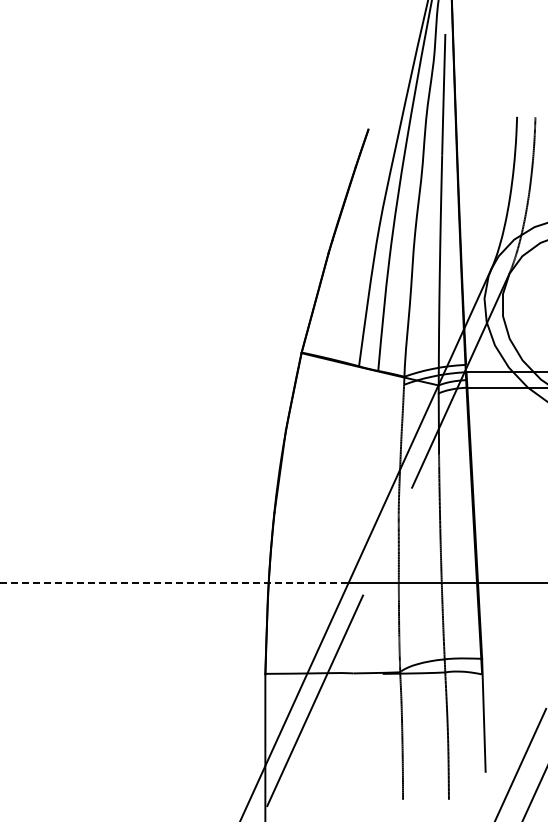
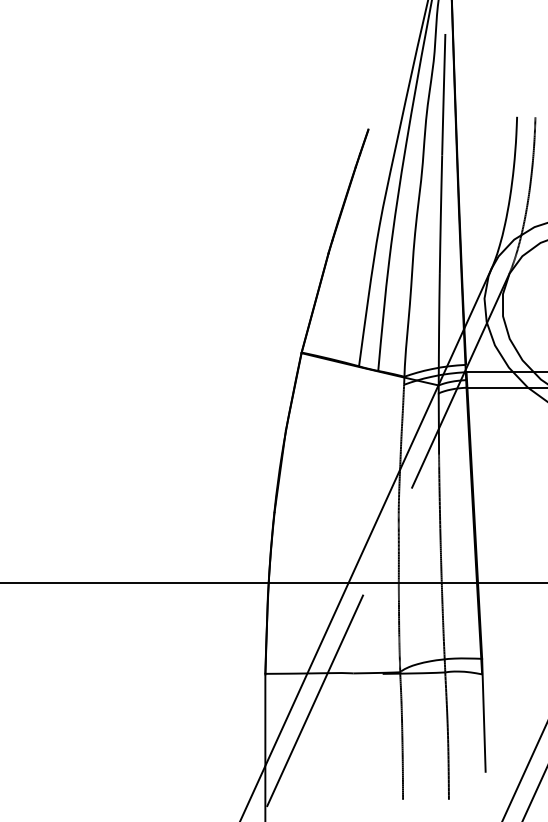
line at (174, 583): dashed -> solid
line at (520, 764) position: (520, 764) -> (523, 773)
